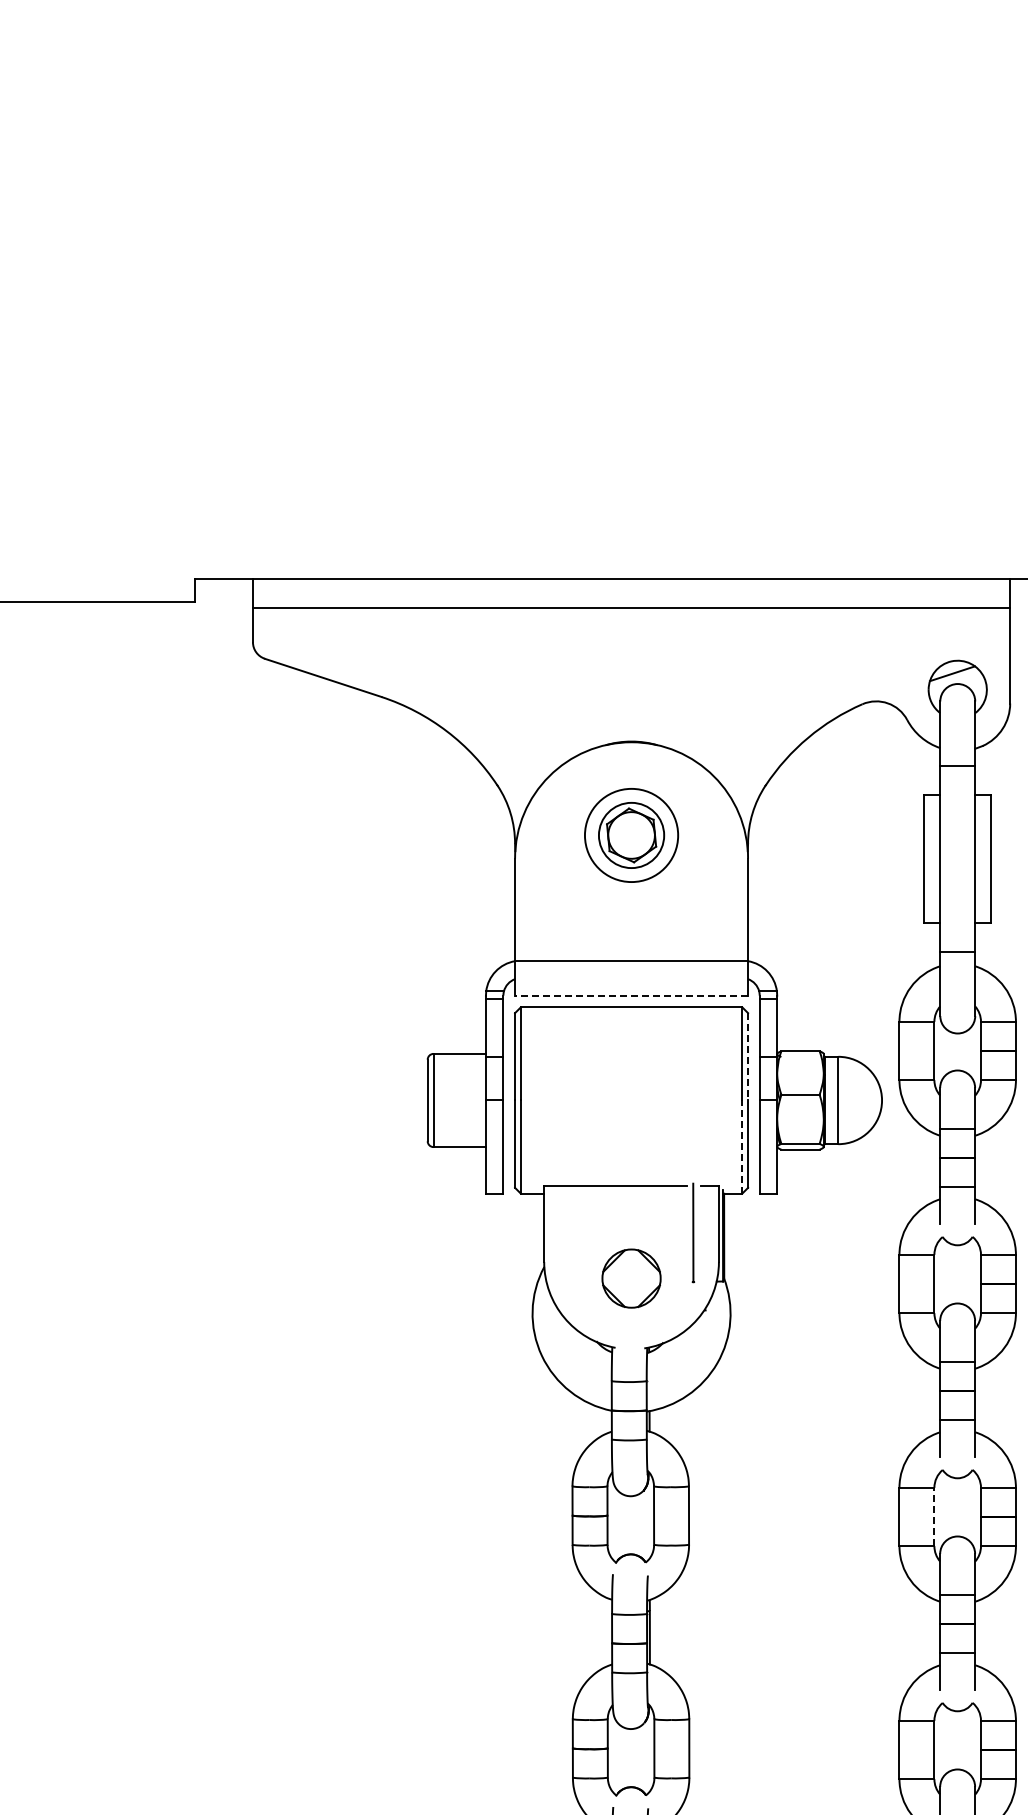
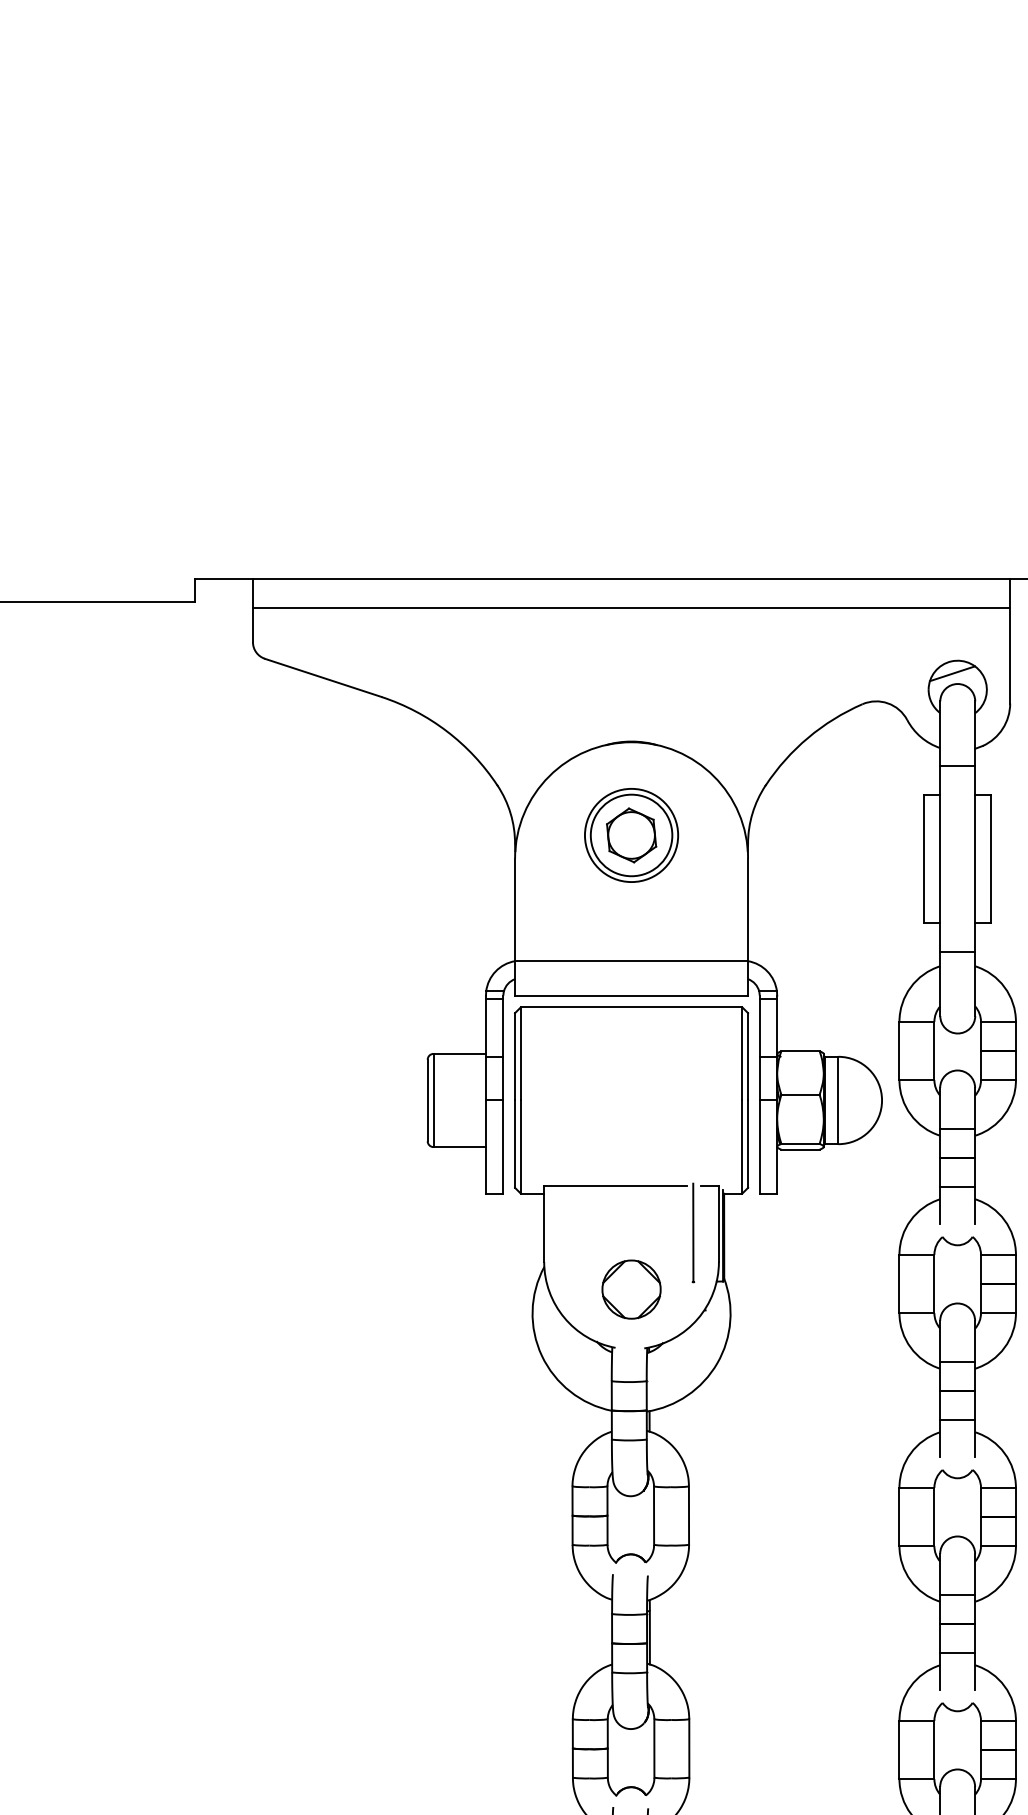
circle at (631, 835) diameter: 65 px -> 82 px
line at (631, 995): dashed -> solid
line at (748, 1056): dashed -> solid
line at (742, 1147): dashed -> solid
part at (631, 1278) position: (631, 1278) -> (631, 1289)
line at (934, 1516): dashed -> solid
